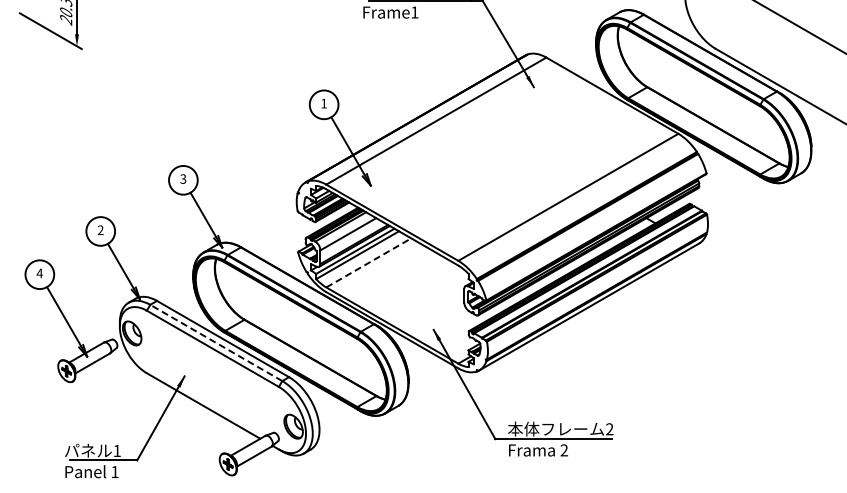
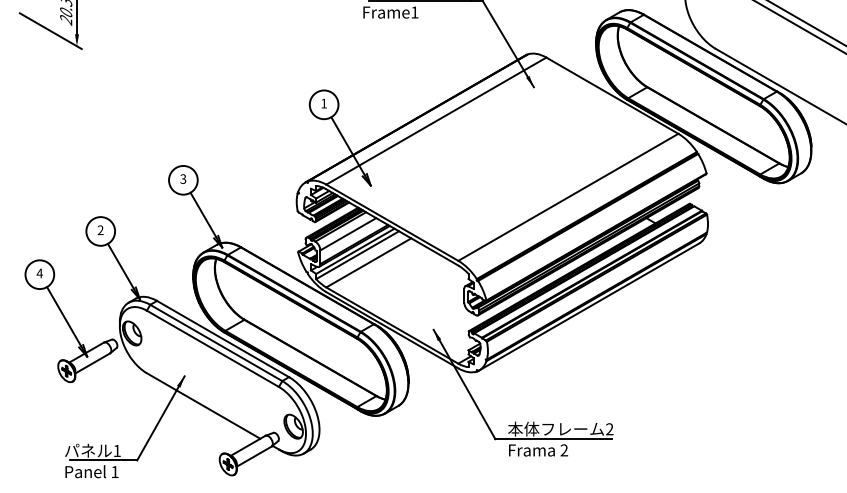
line at (806, 23): none -> present
line at (369, 262): dashed -> solid
line at (215, 342): dashed -> solid
